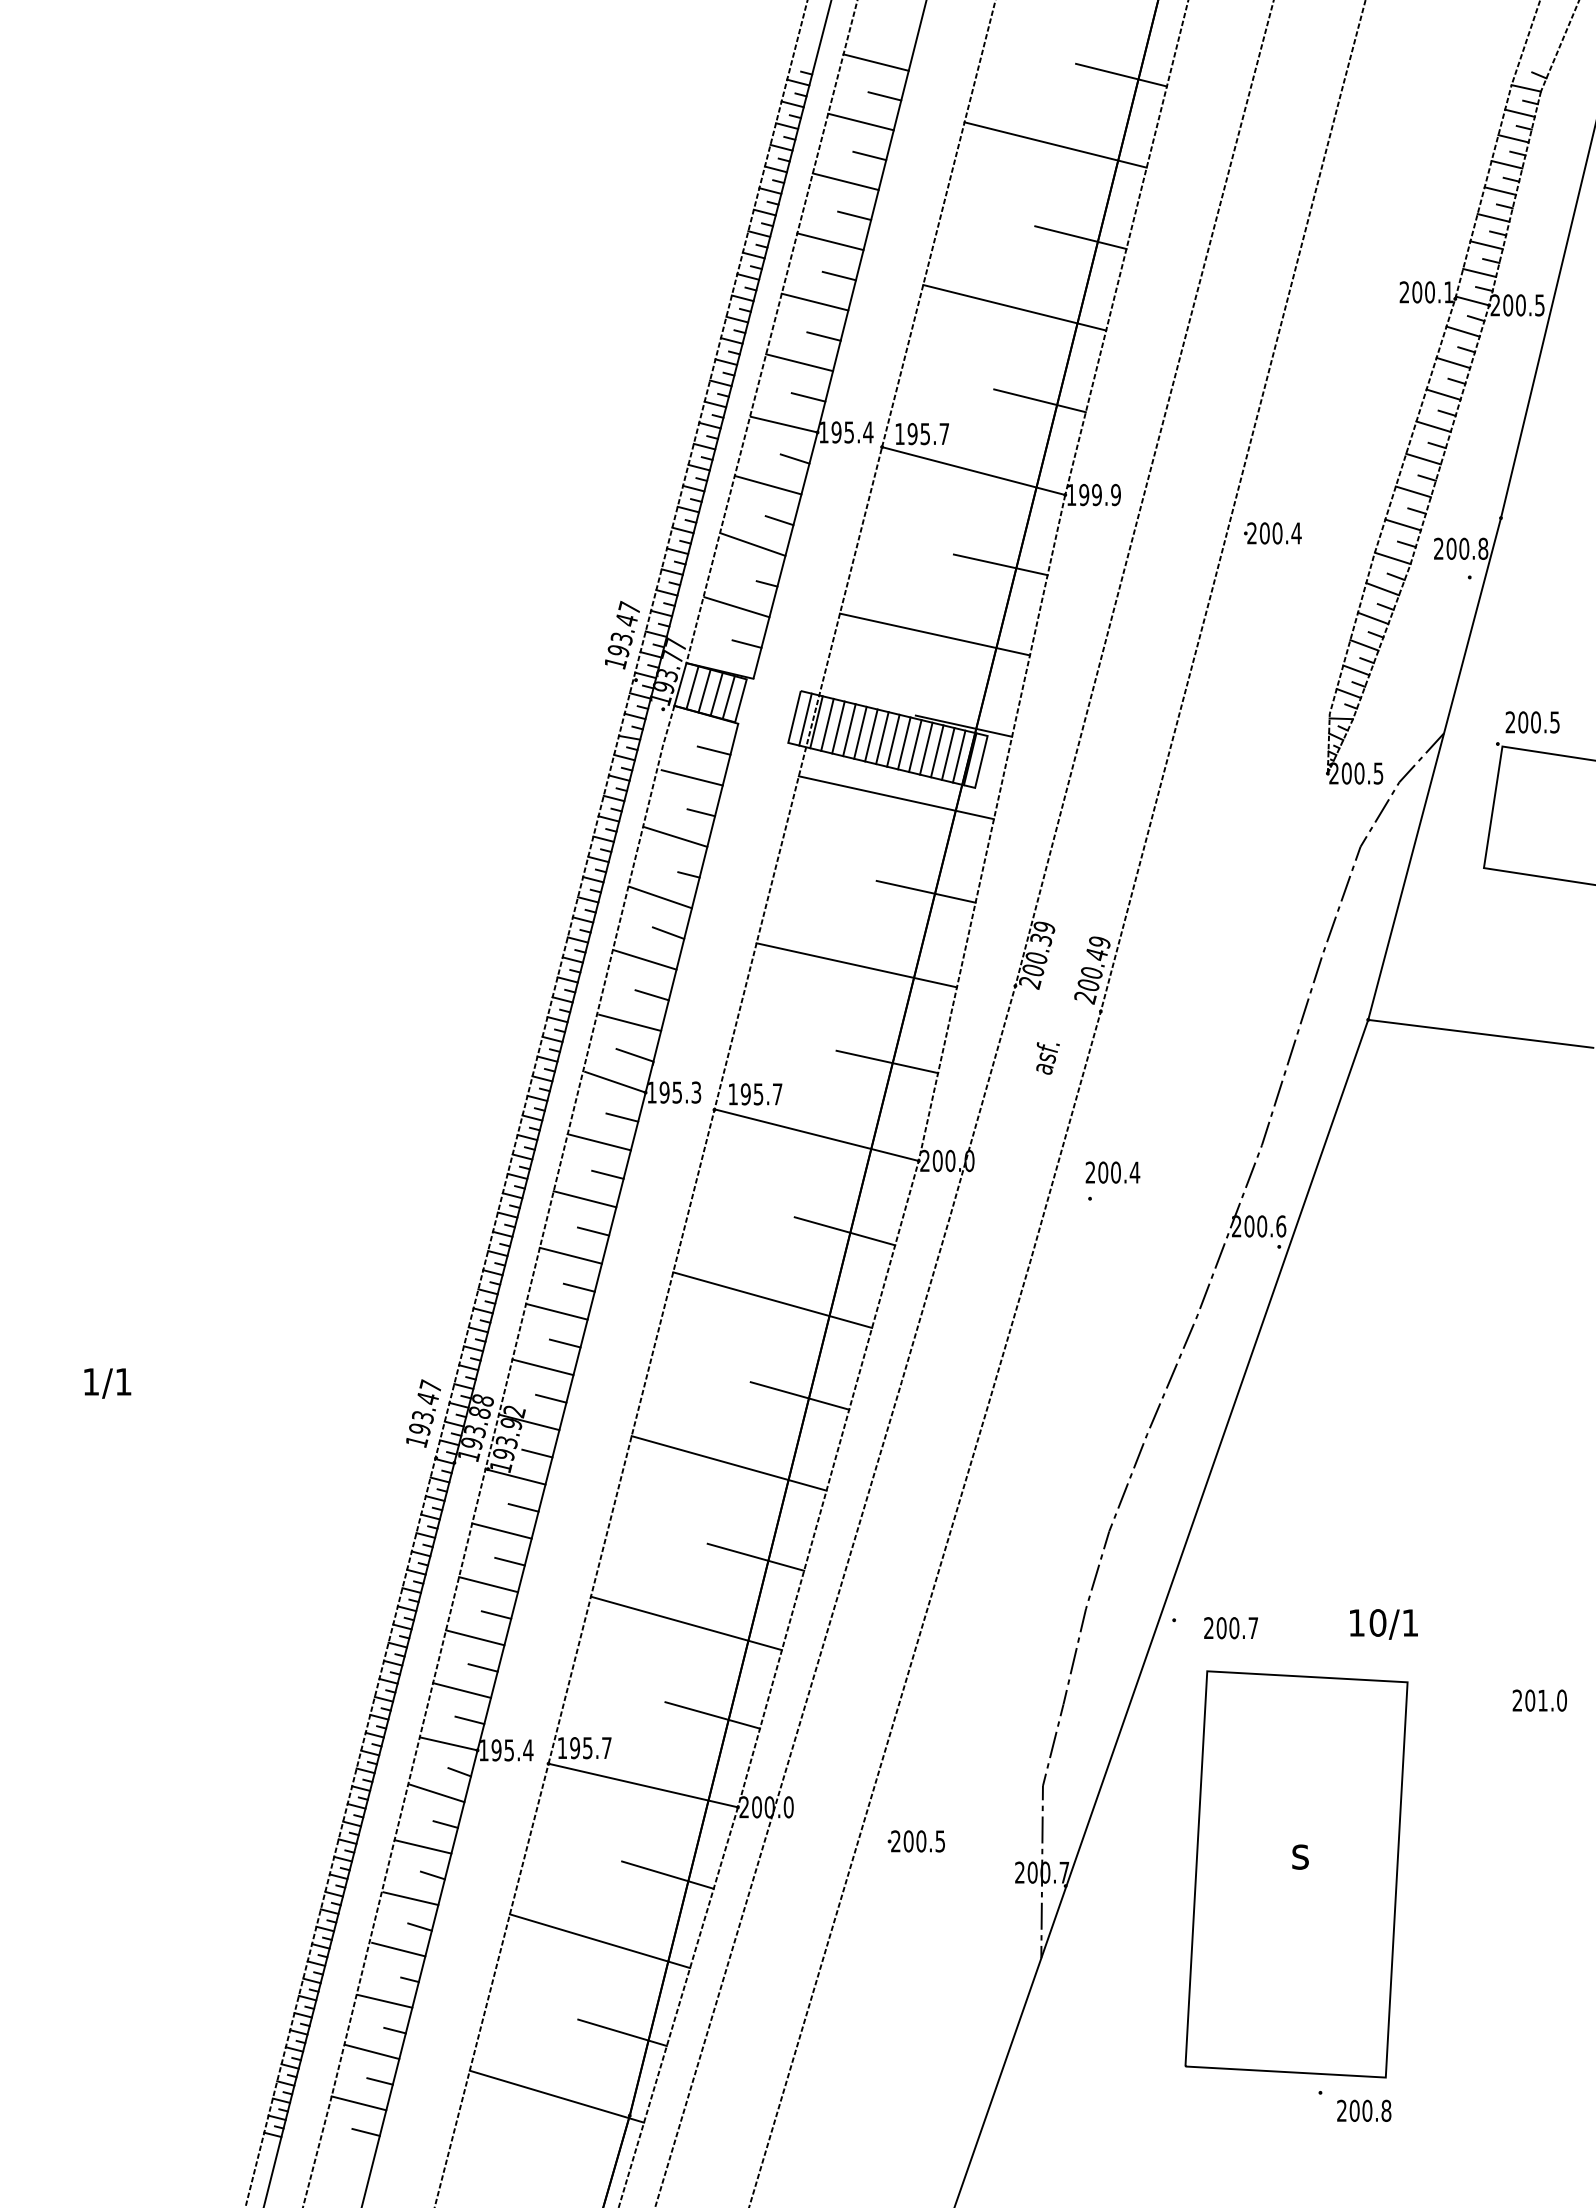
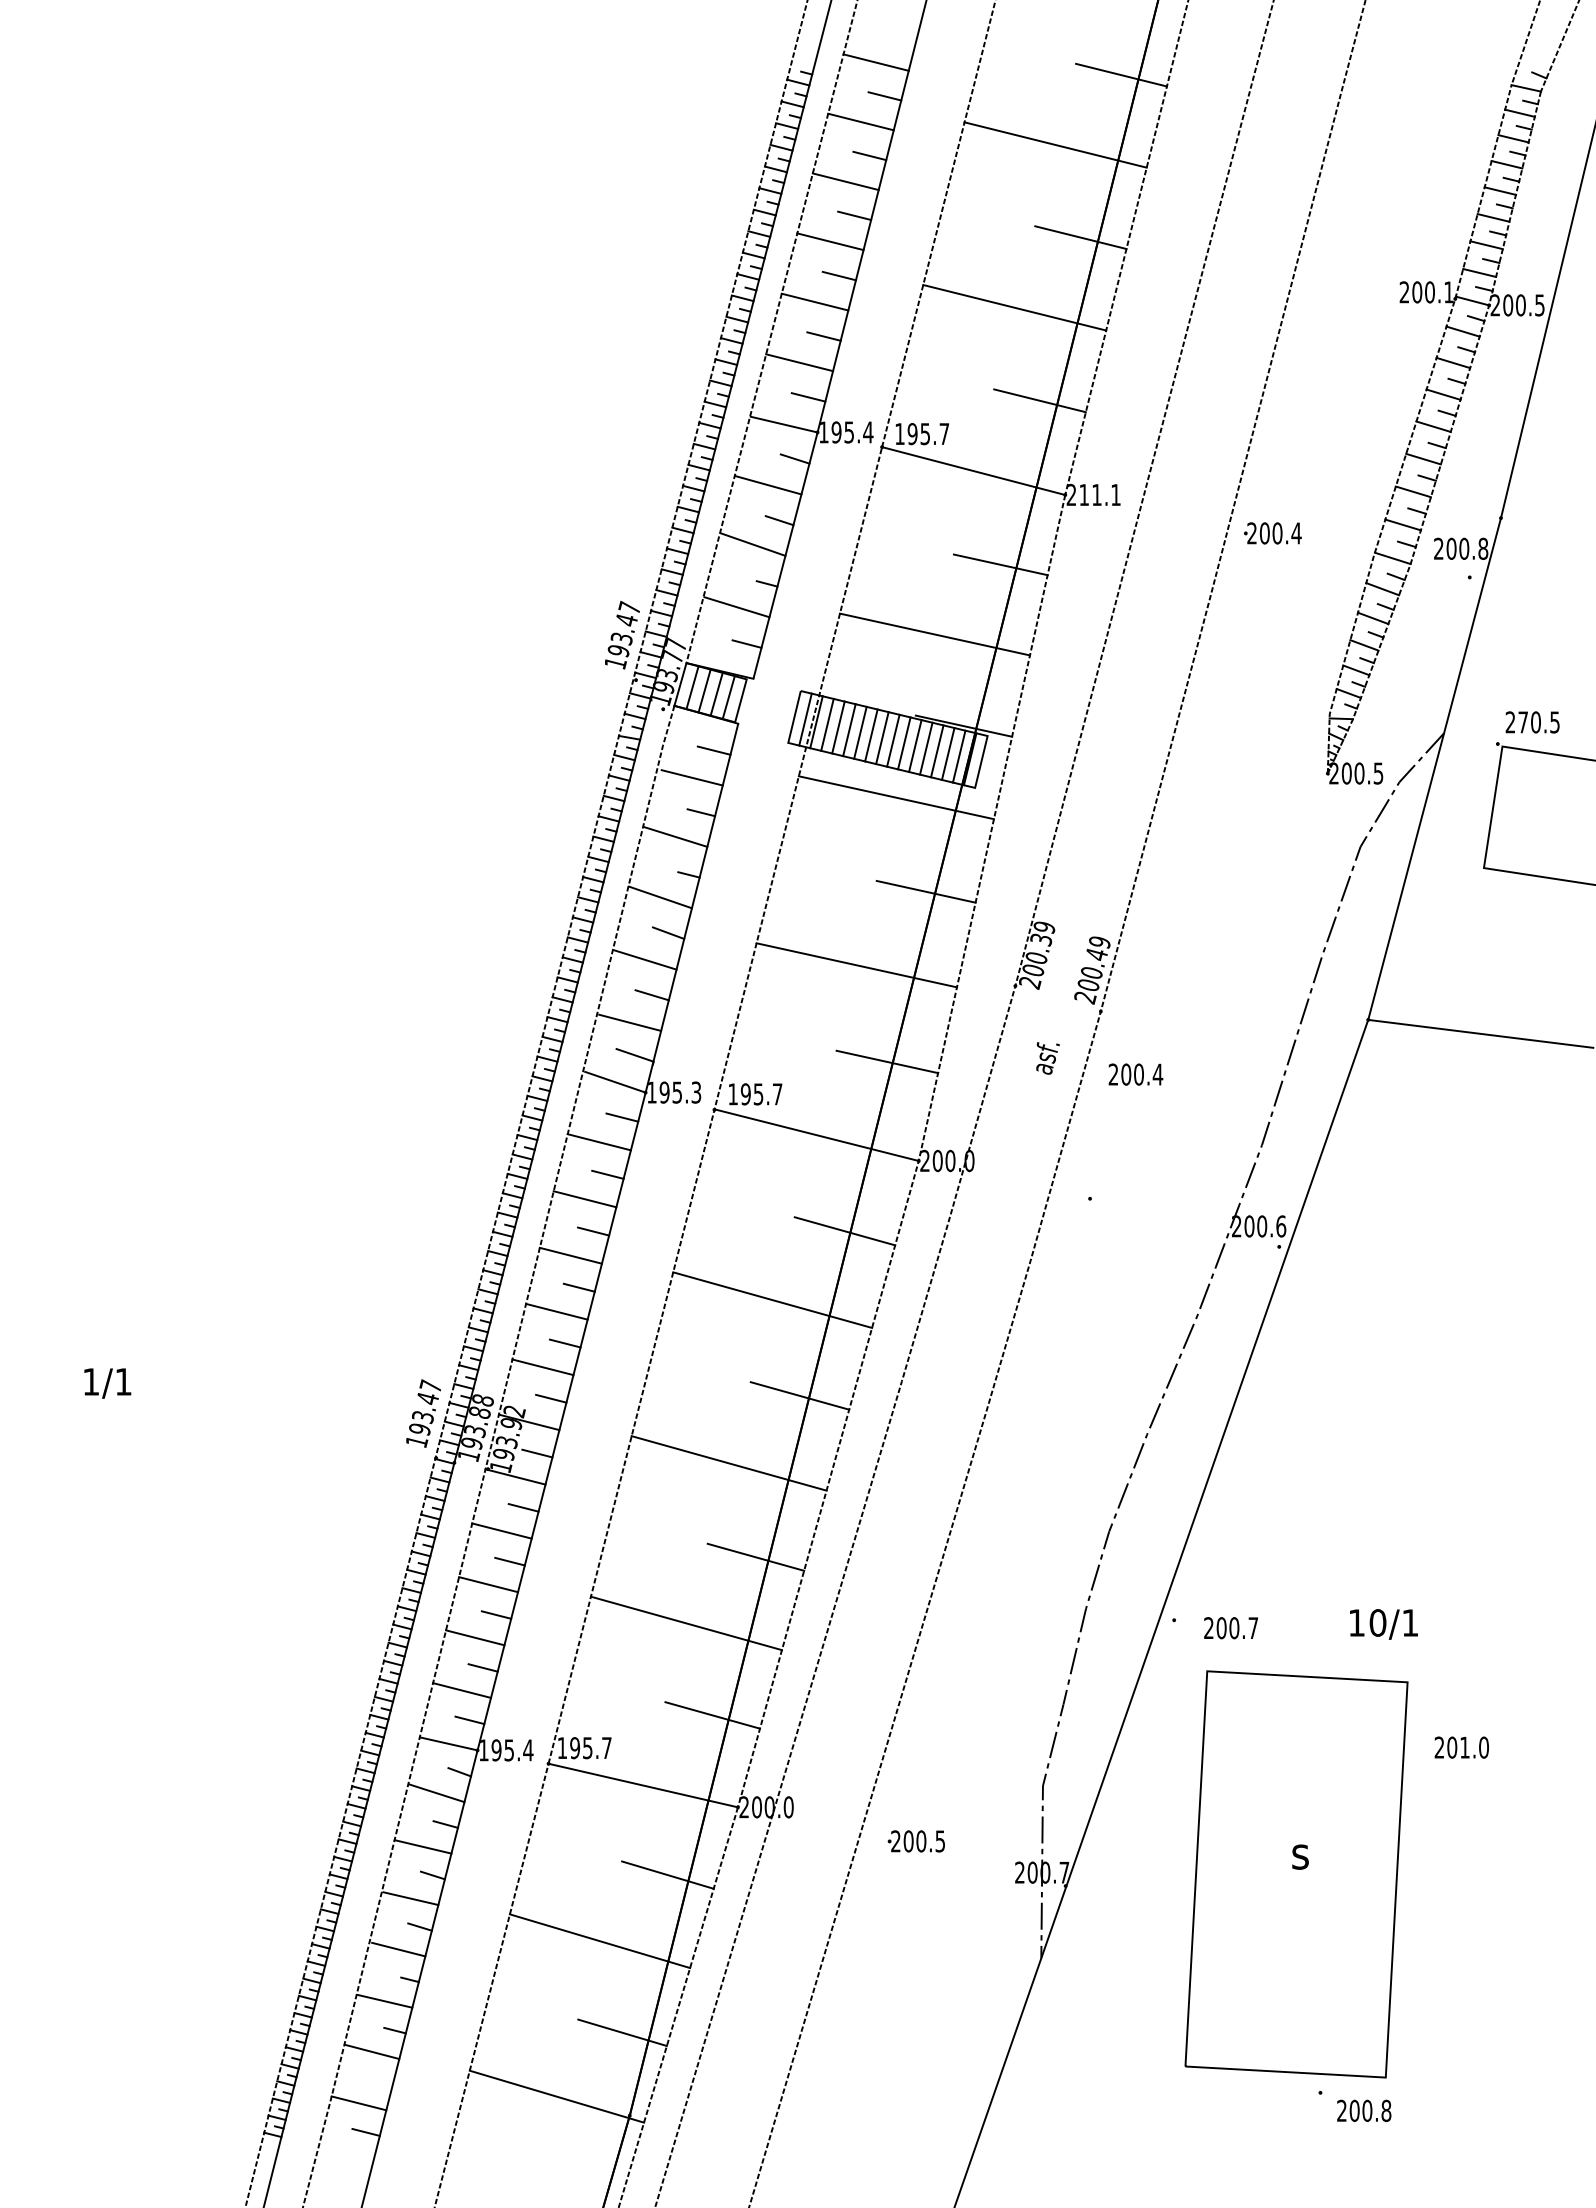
text at (1093, 494): 199.9 -> 211.1
text at (1523, 722): 200.5 -> 270.5
text at (1112, 1172) position: (1112, 1172) -> (1135, 1074)
text at (1539, 1700) position: (1539, 1700) -> (1461, 1747)
line at (379, 2081): present -> none
